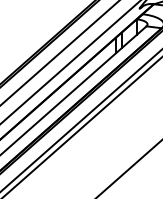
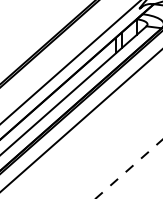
line at (59, 52): present -> none
line at (82, 127): present -> none
line at (129, 169): solid -> dashed
